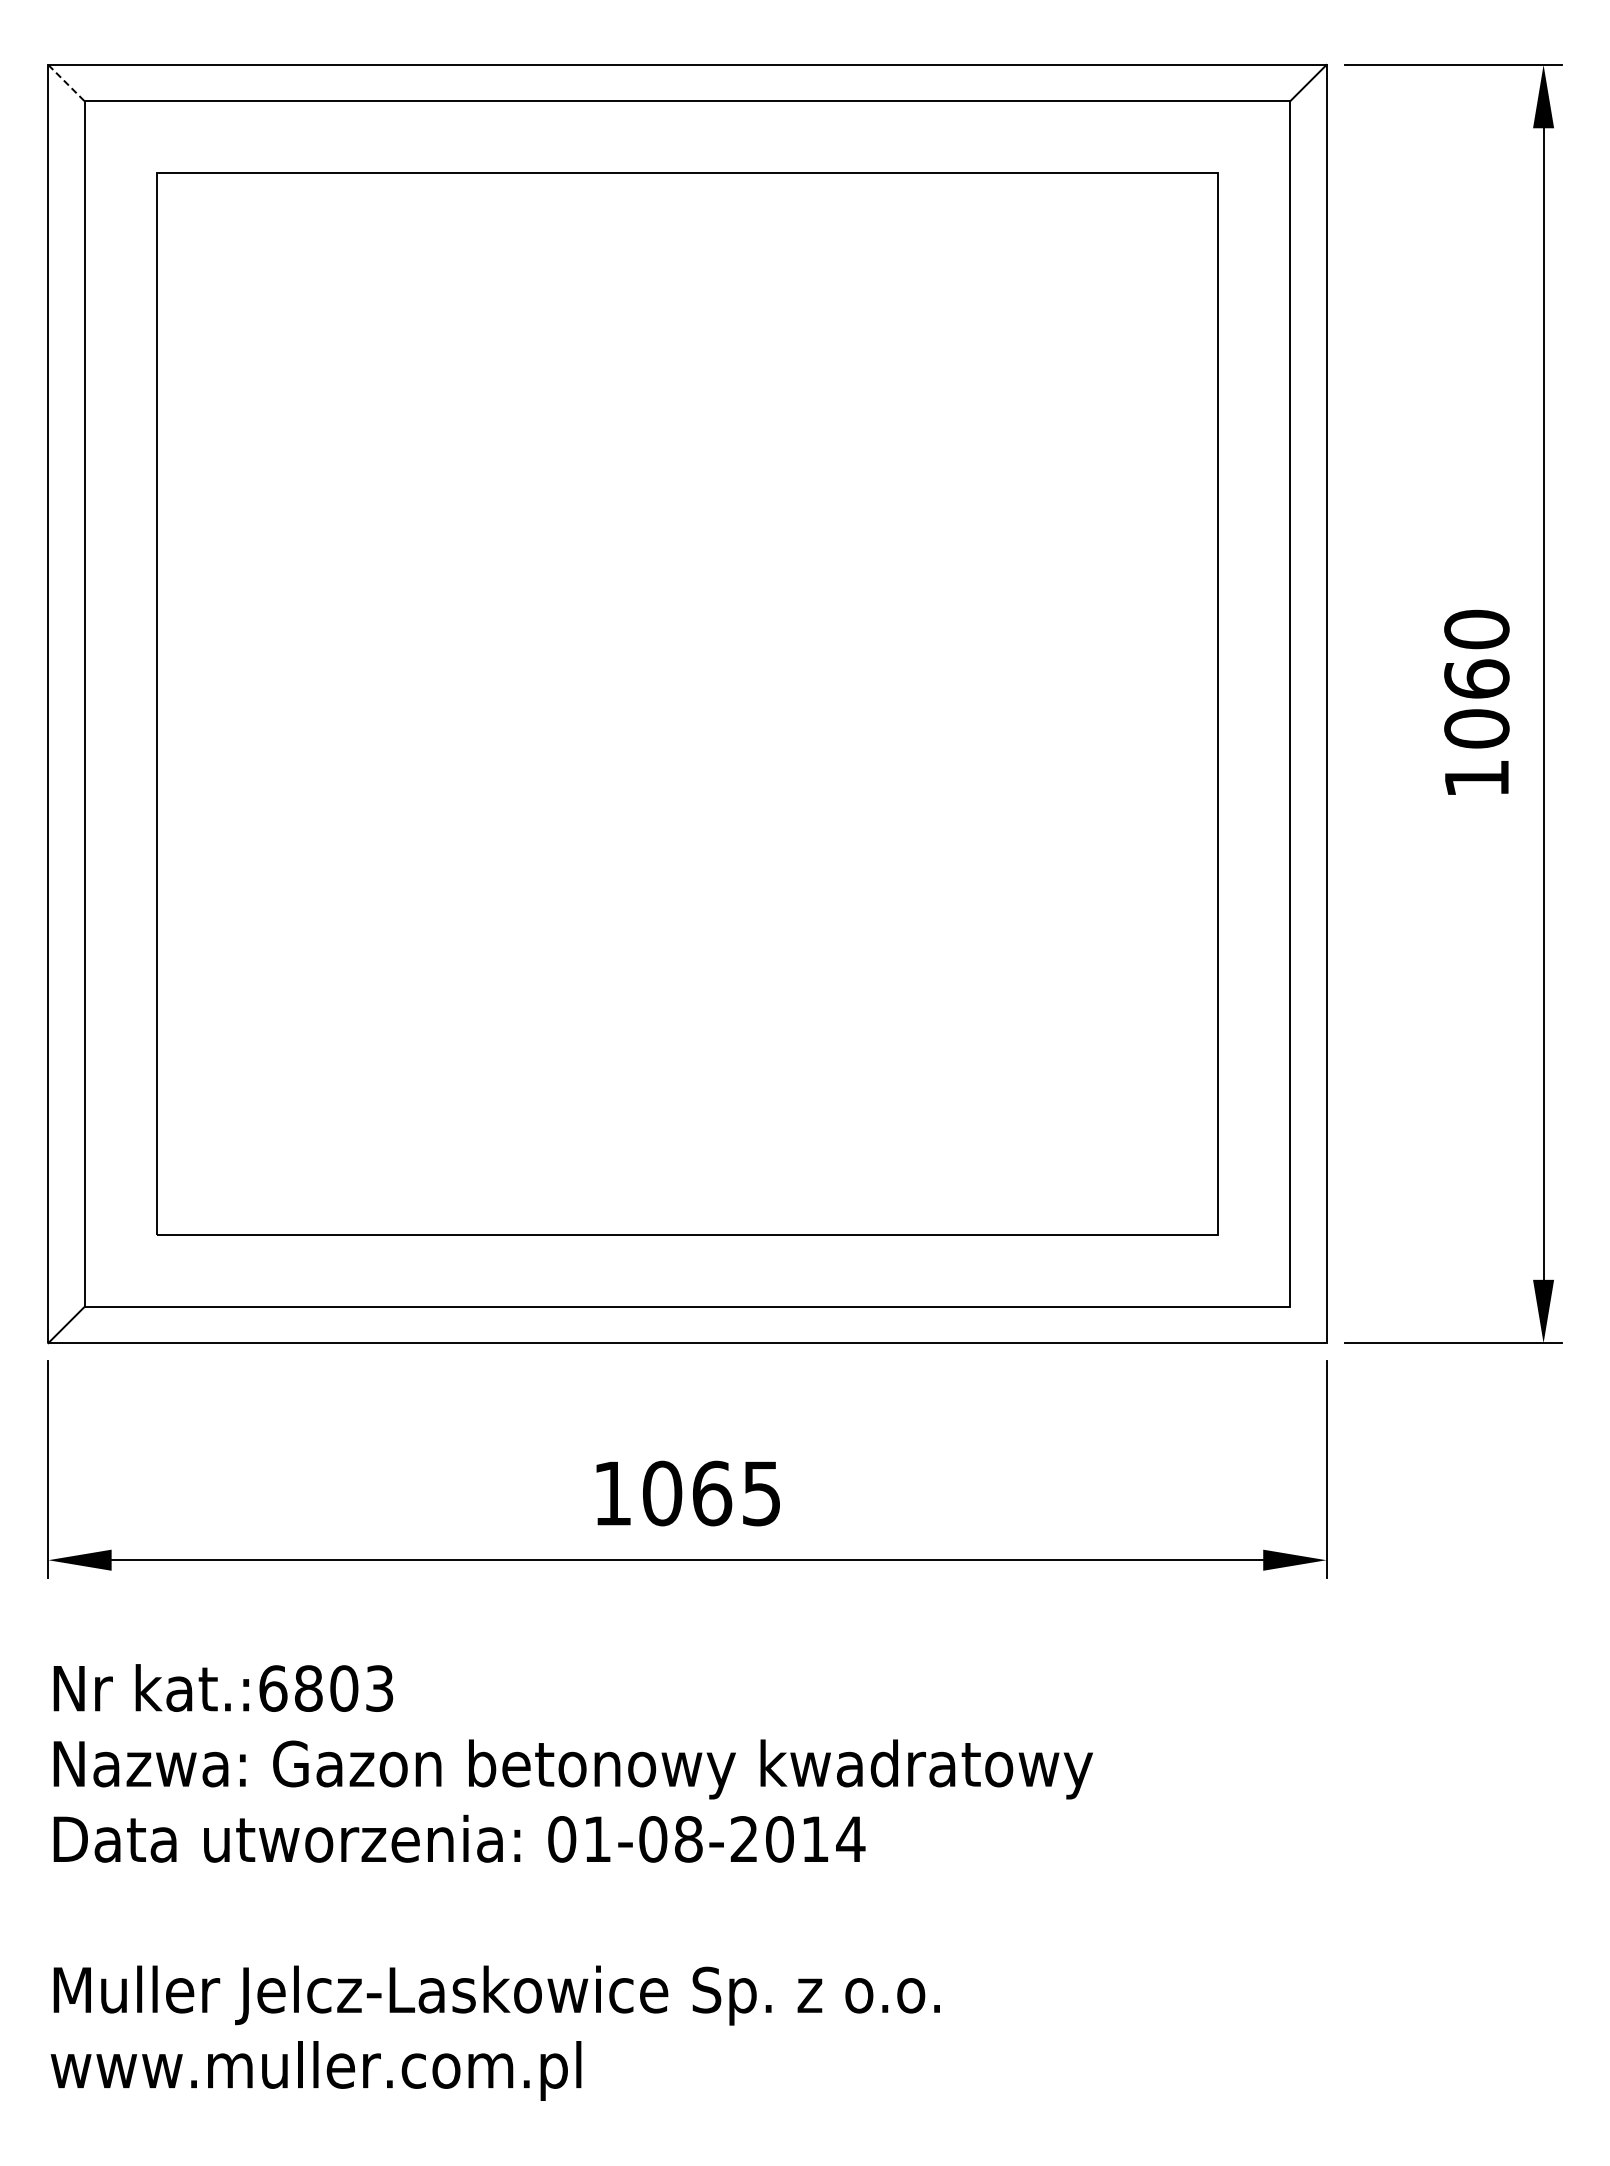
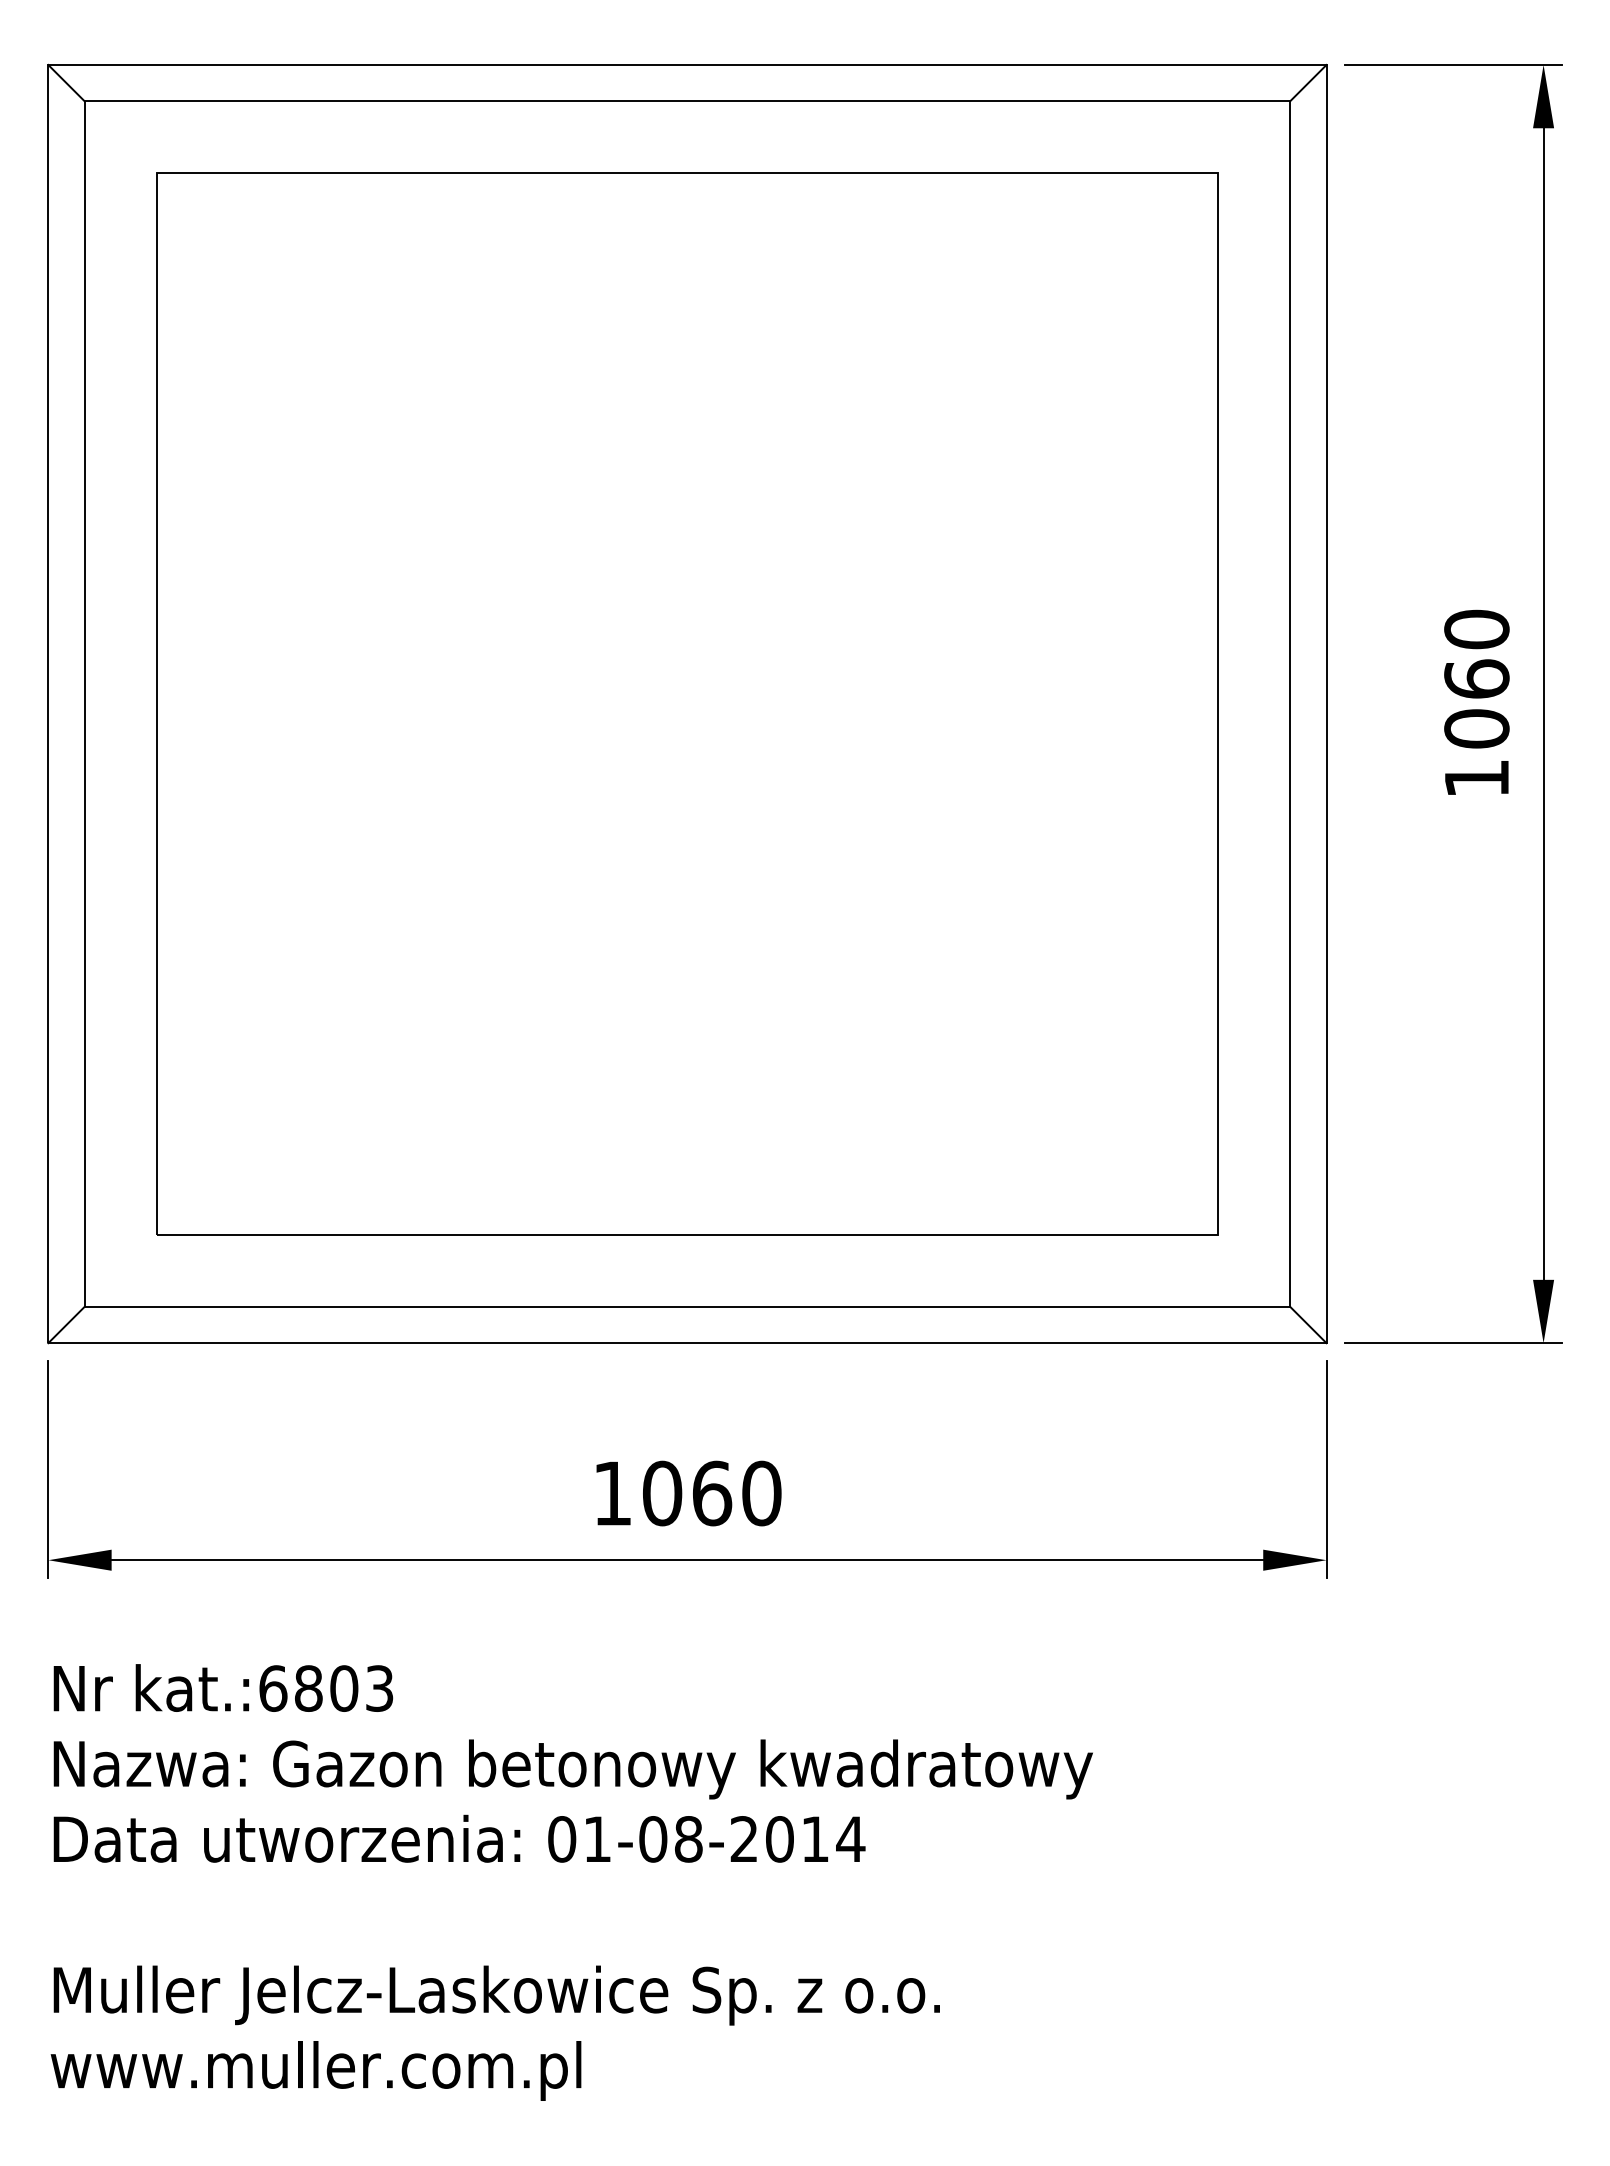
line at (66, 83): dashed -> solid
line at (1308, 1325): none -> present
text at (761, 1493): 1065 -> 1060
